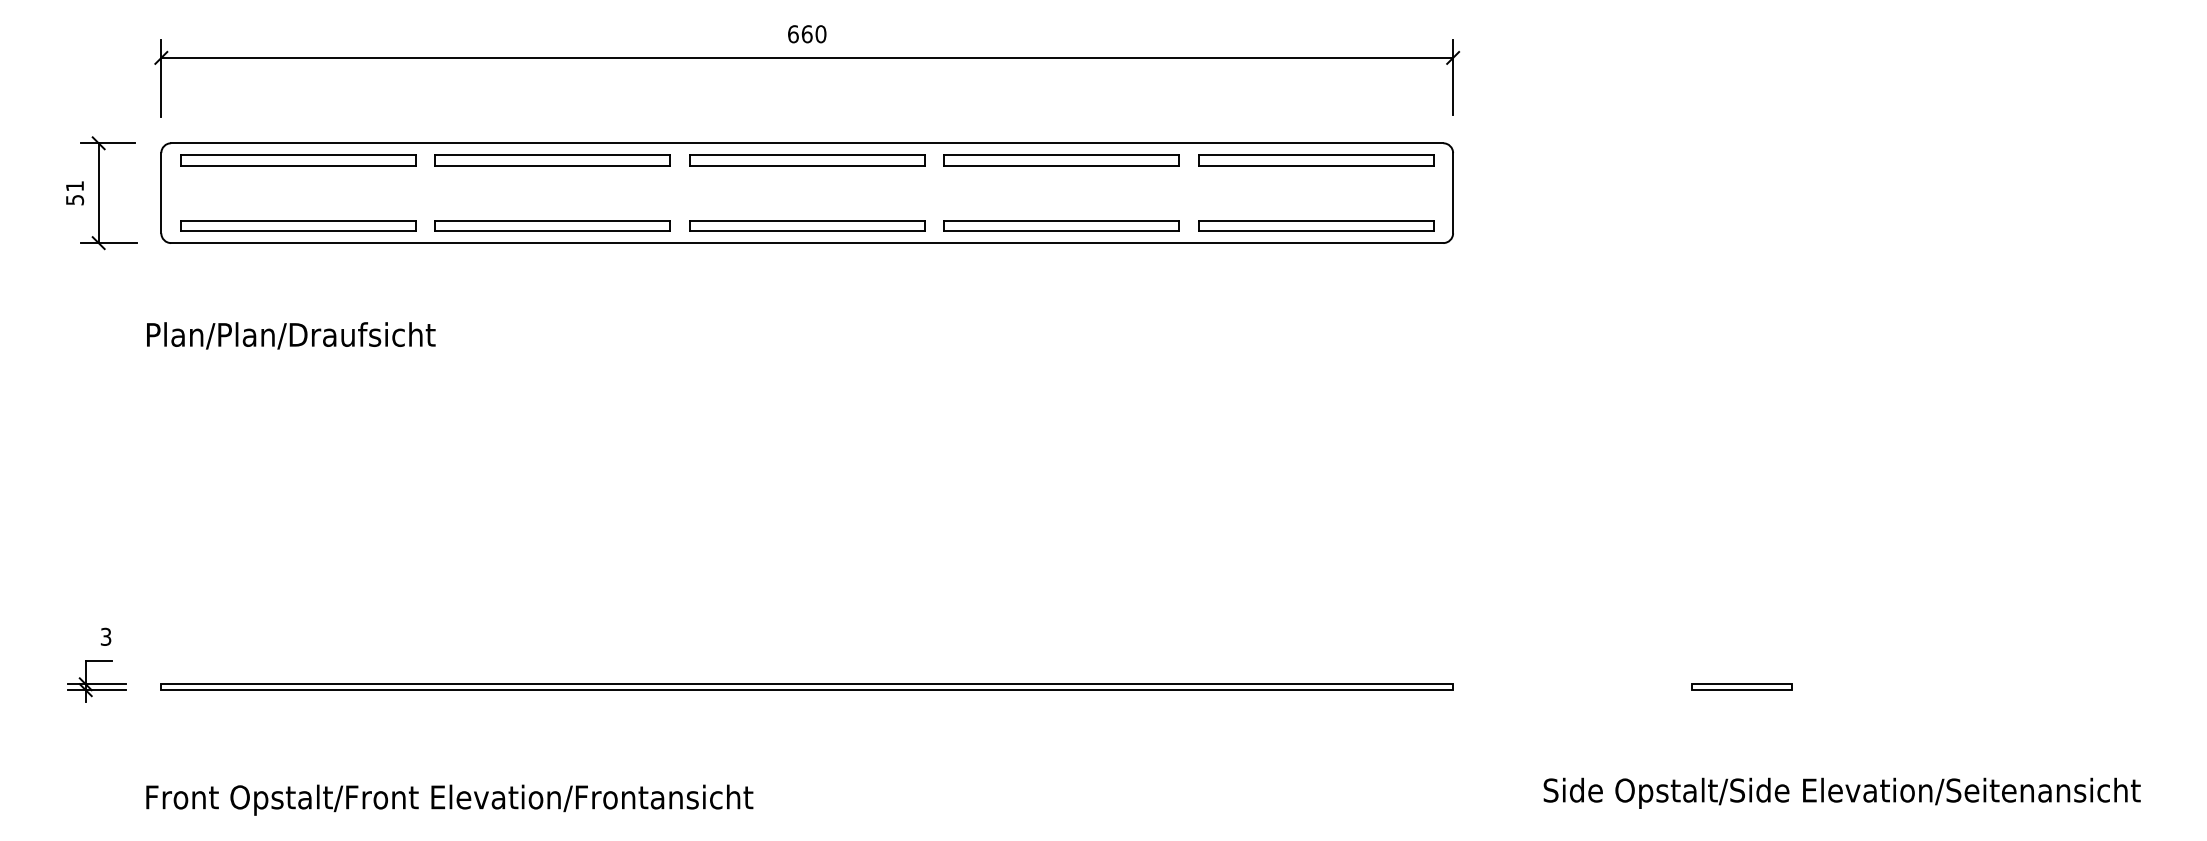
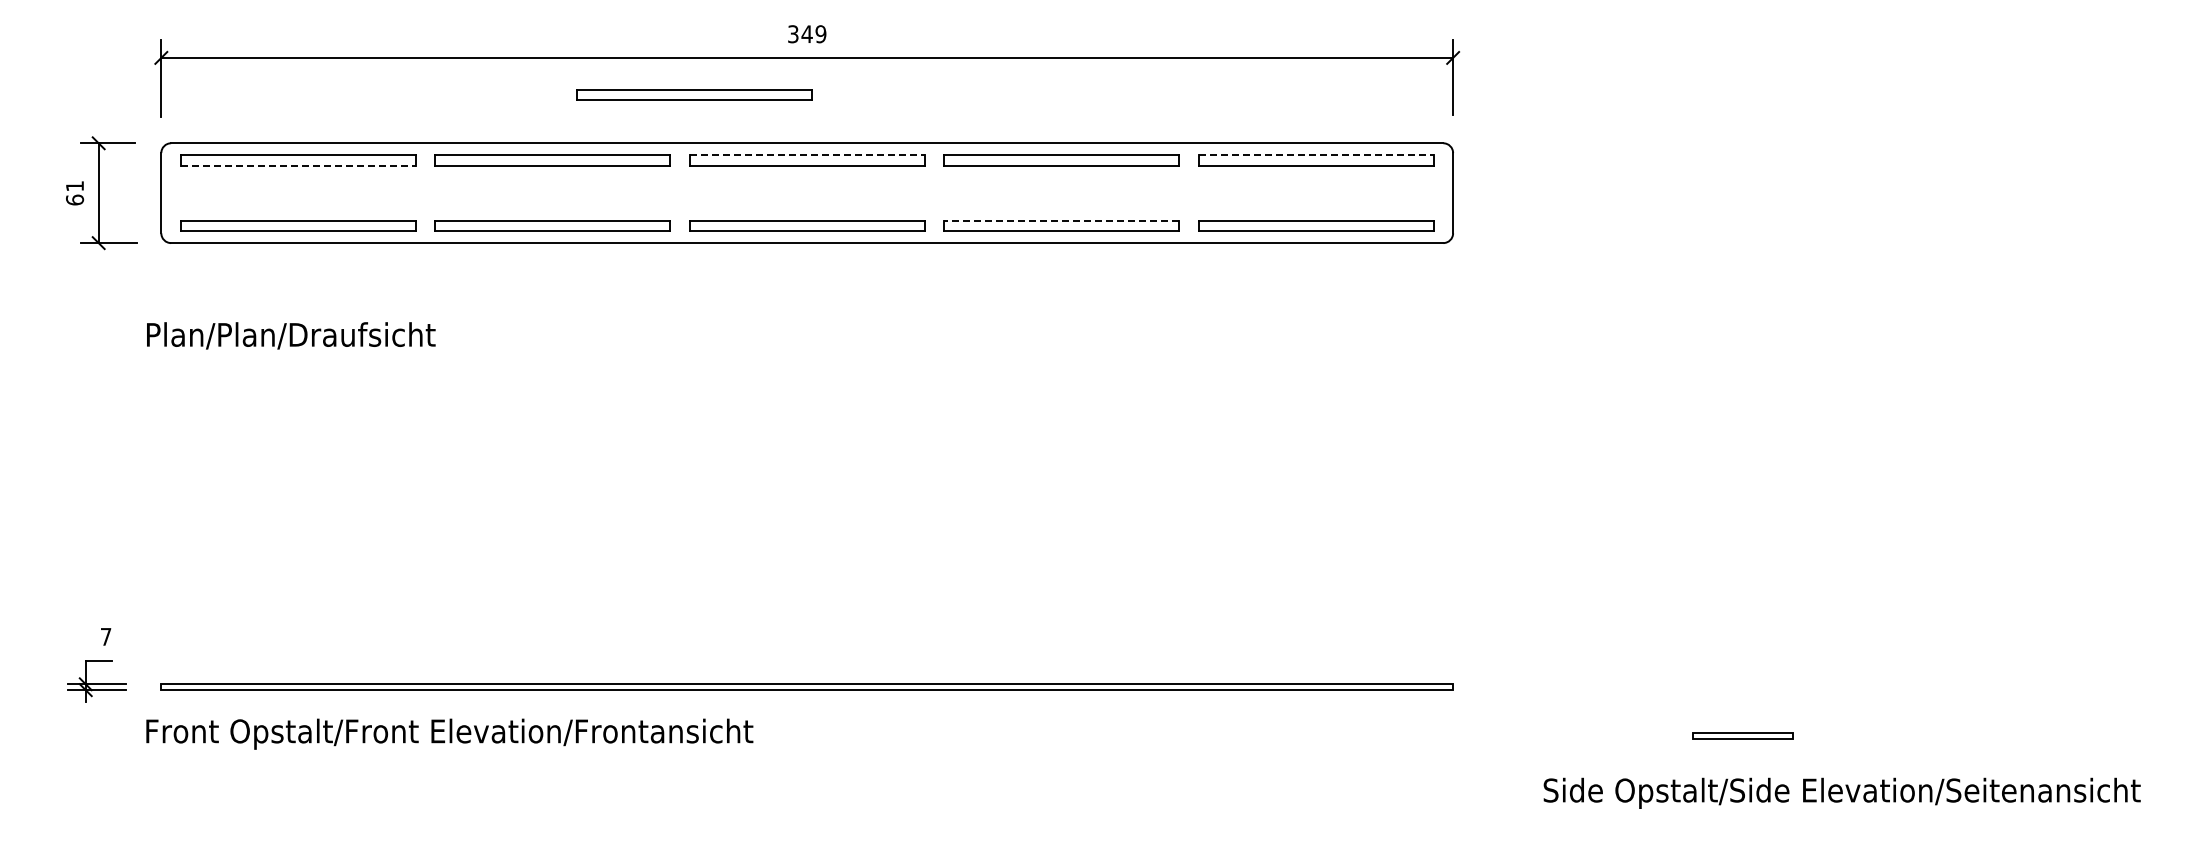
text at (807, 34): 660 -> 349
part at (694, 94): none -> present
line at (807, 155): solid -> dashed
line at (1316, 155): solid -> dashed
line at (298, 165): solid -> dashed
text at (75, 199): 51 -> 61
line at (1061, 220): solid -> dashed
text at (105, 636): 3 -> 7
part at (1741, 686) position: (1741, 686) -> (1742, 735)
text at (449, 799) position: (449, 799) -> (449, 733)
